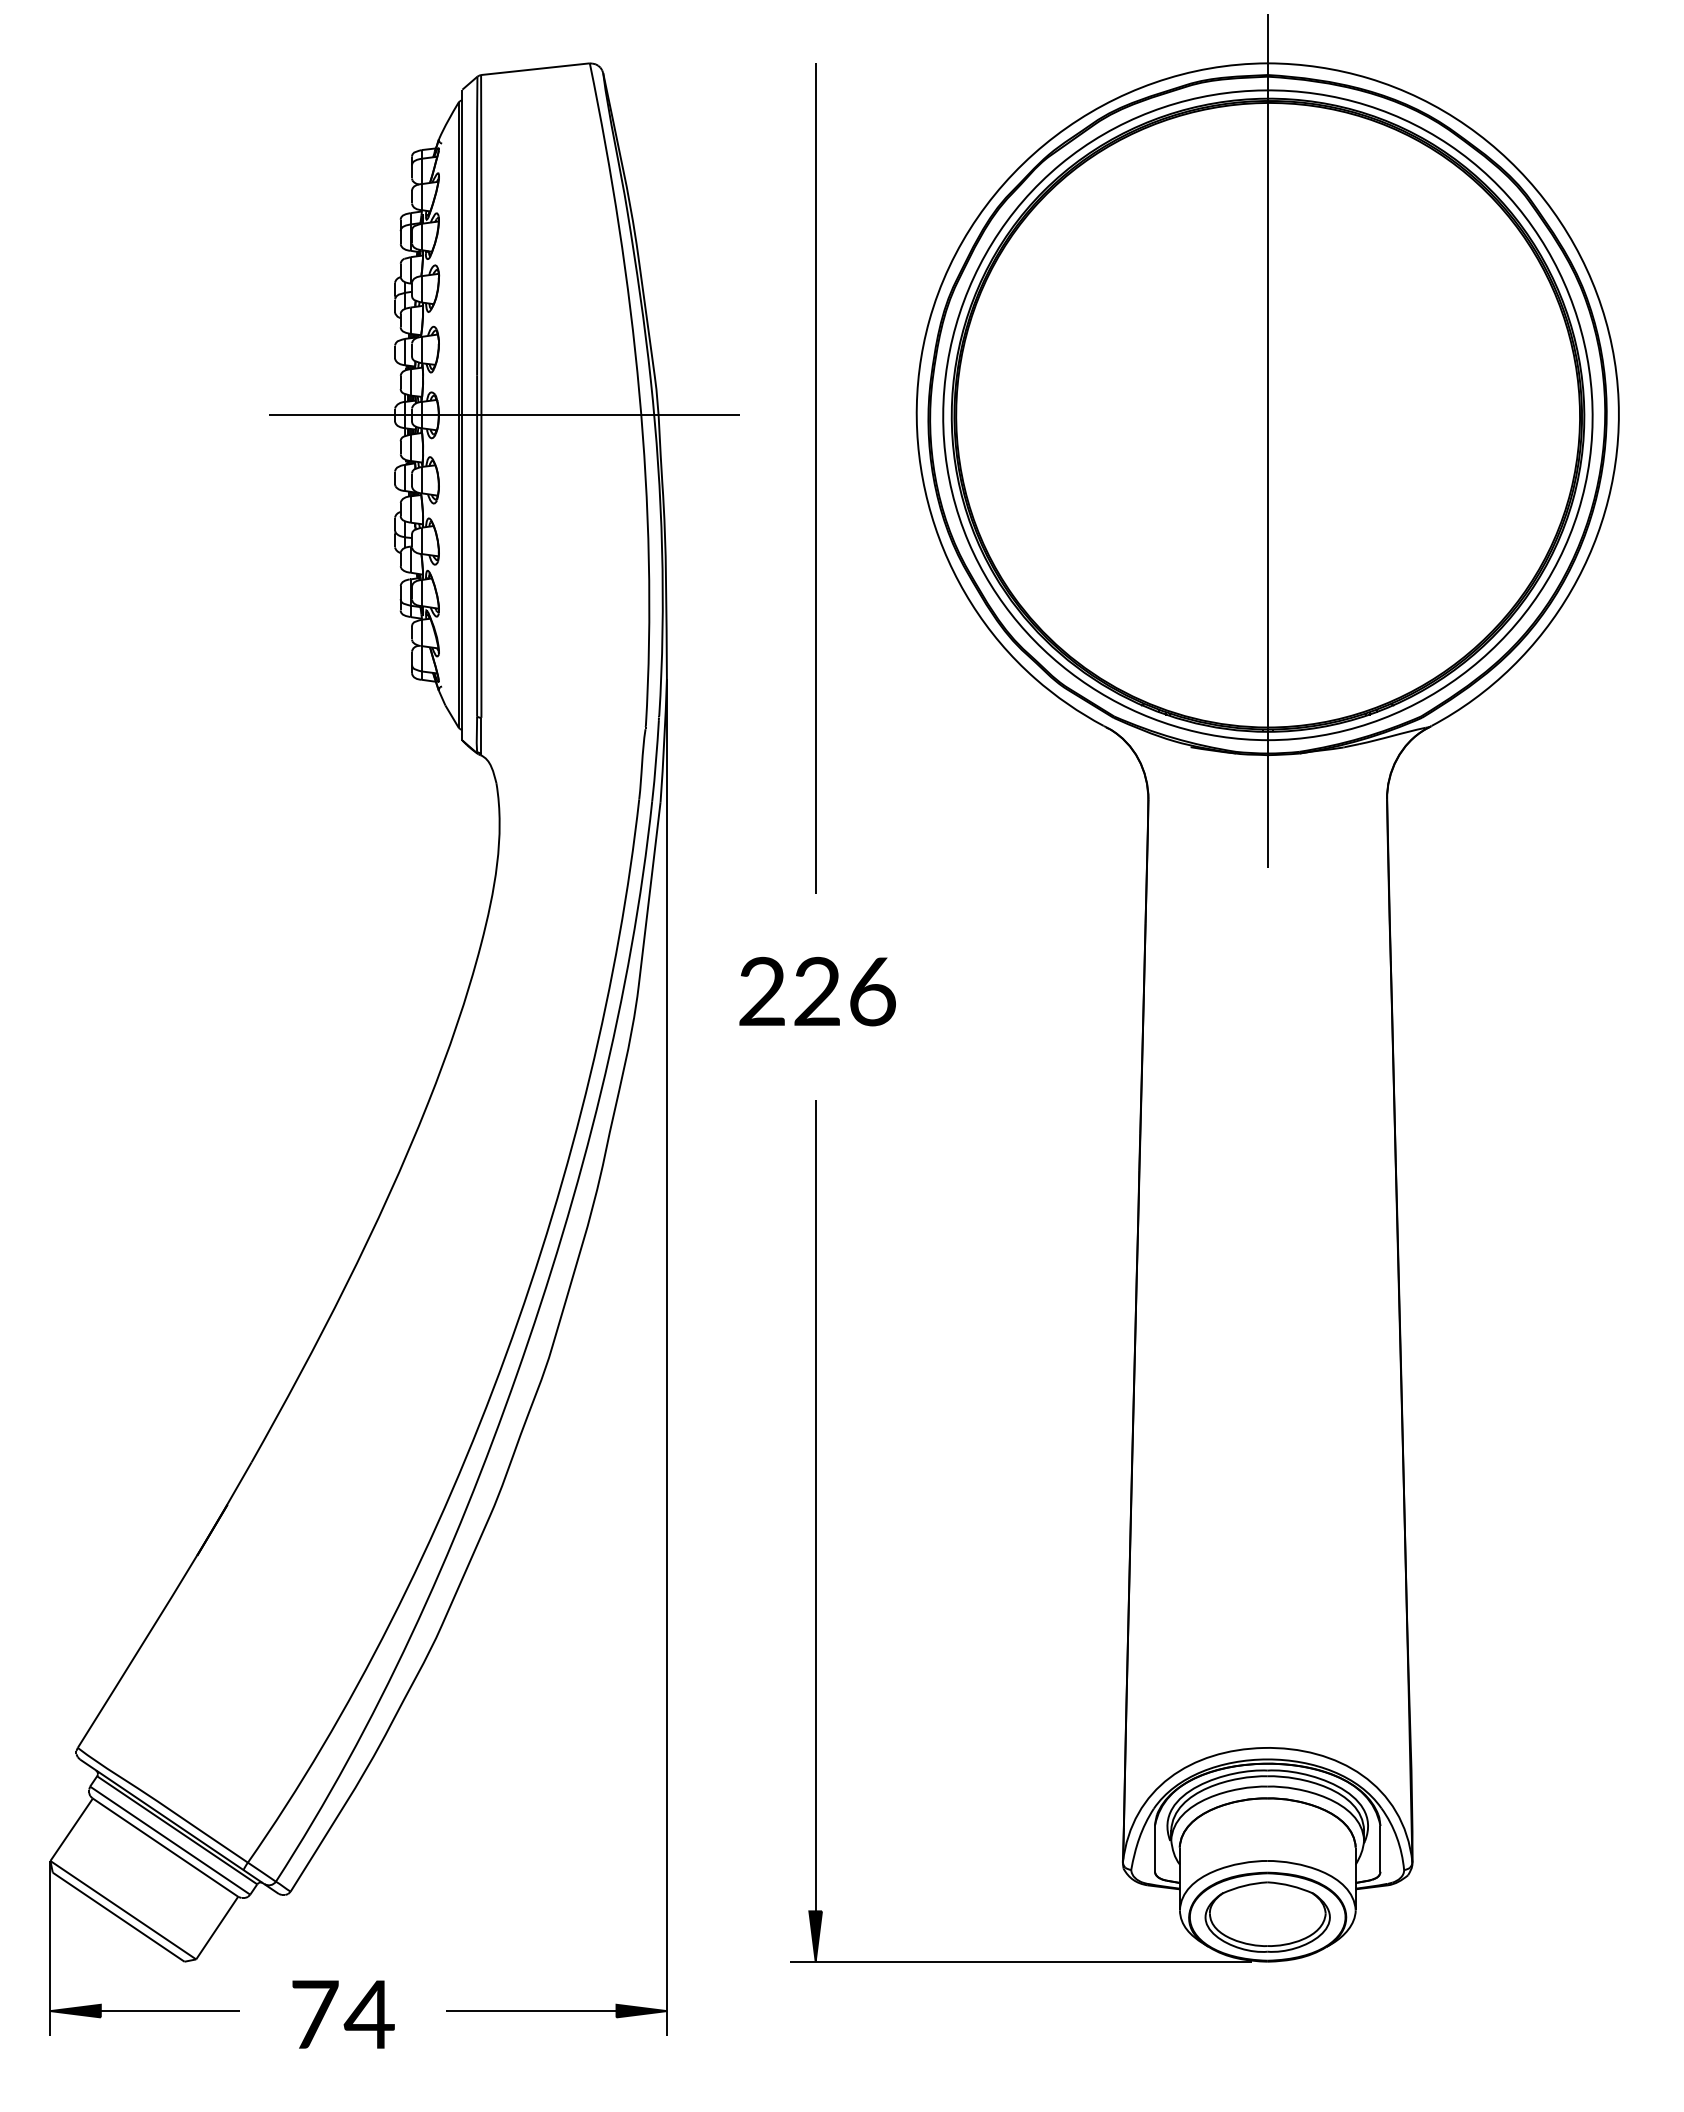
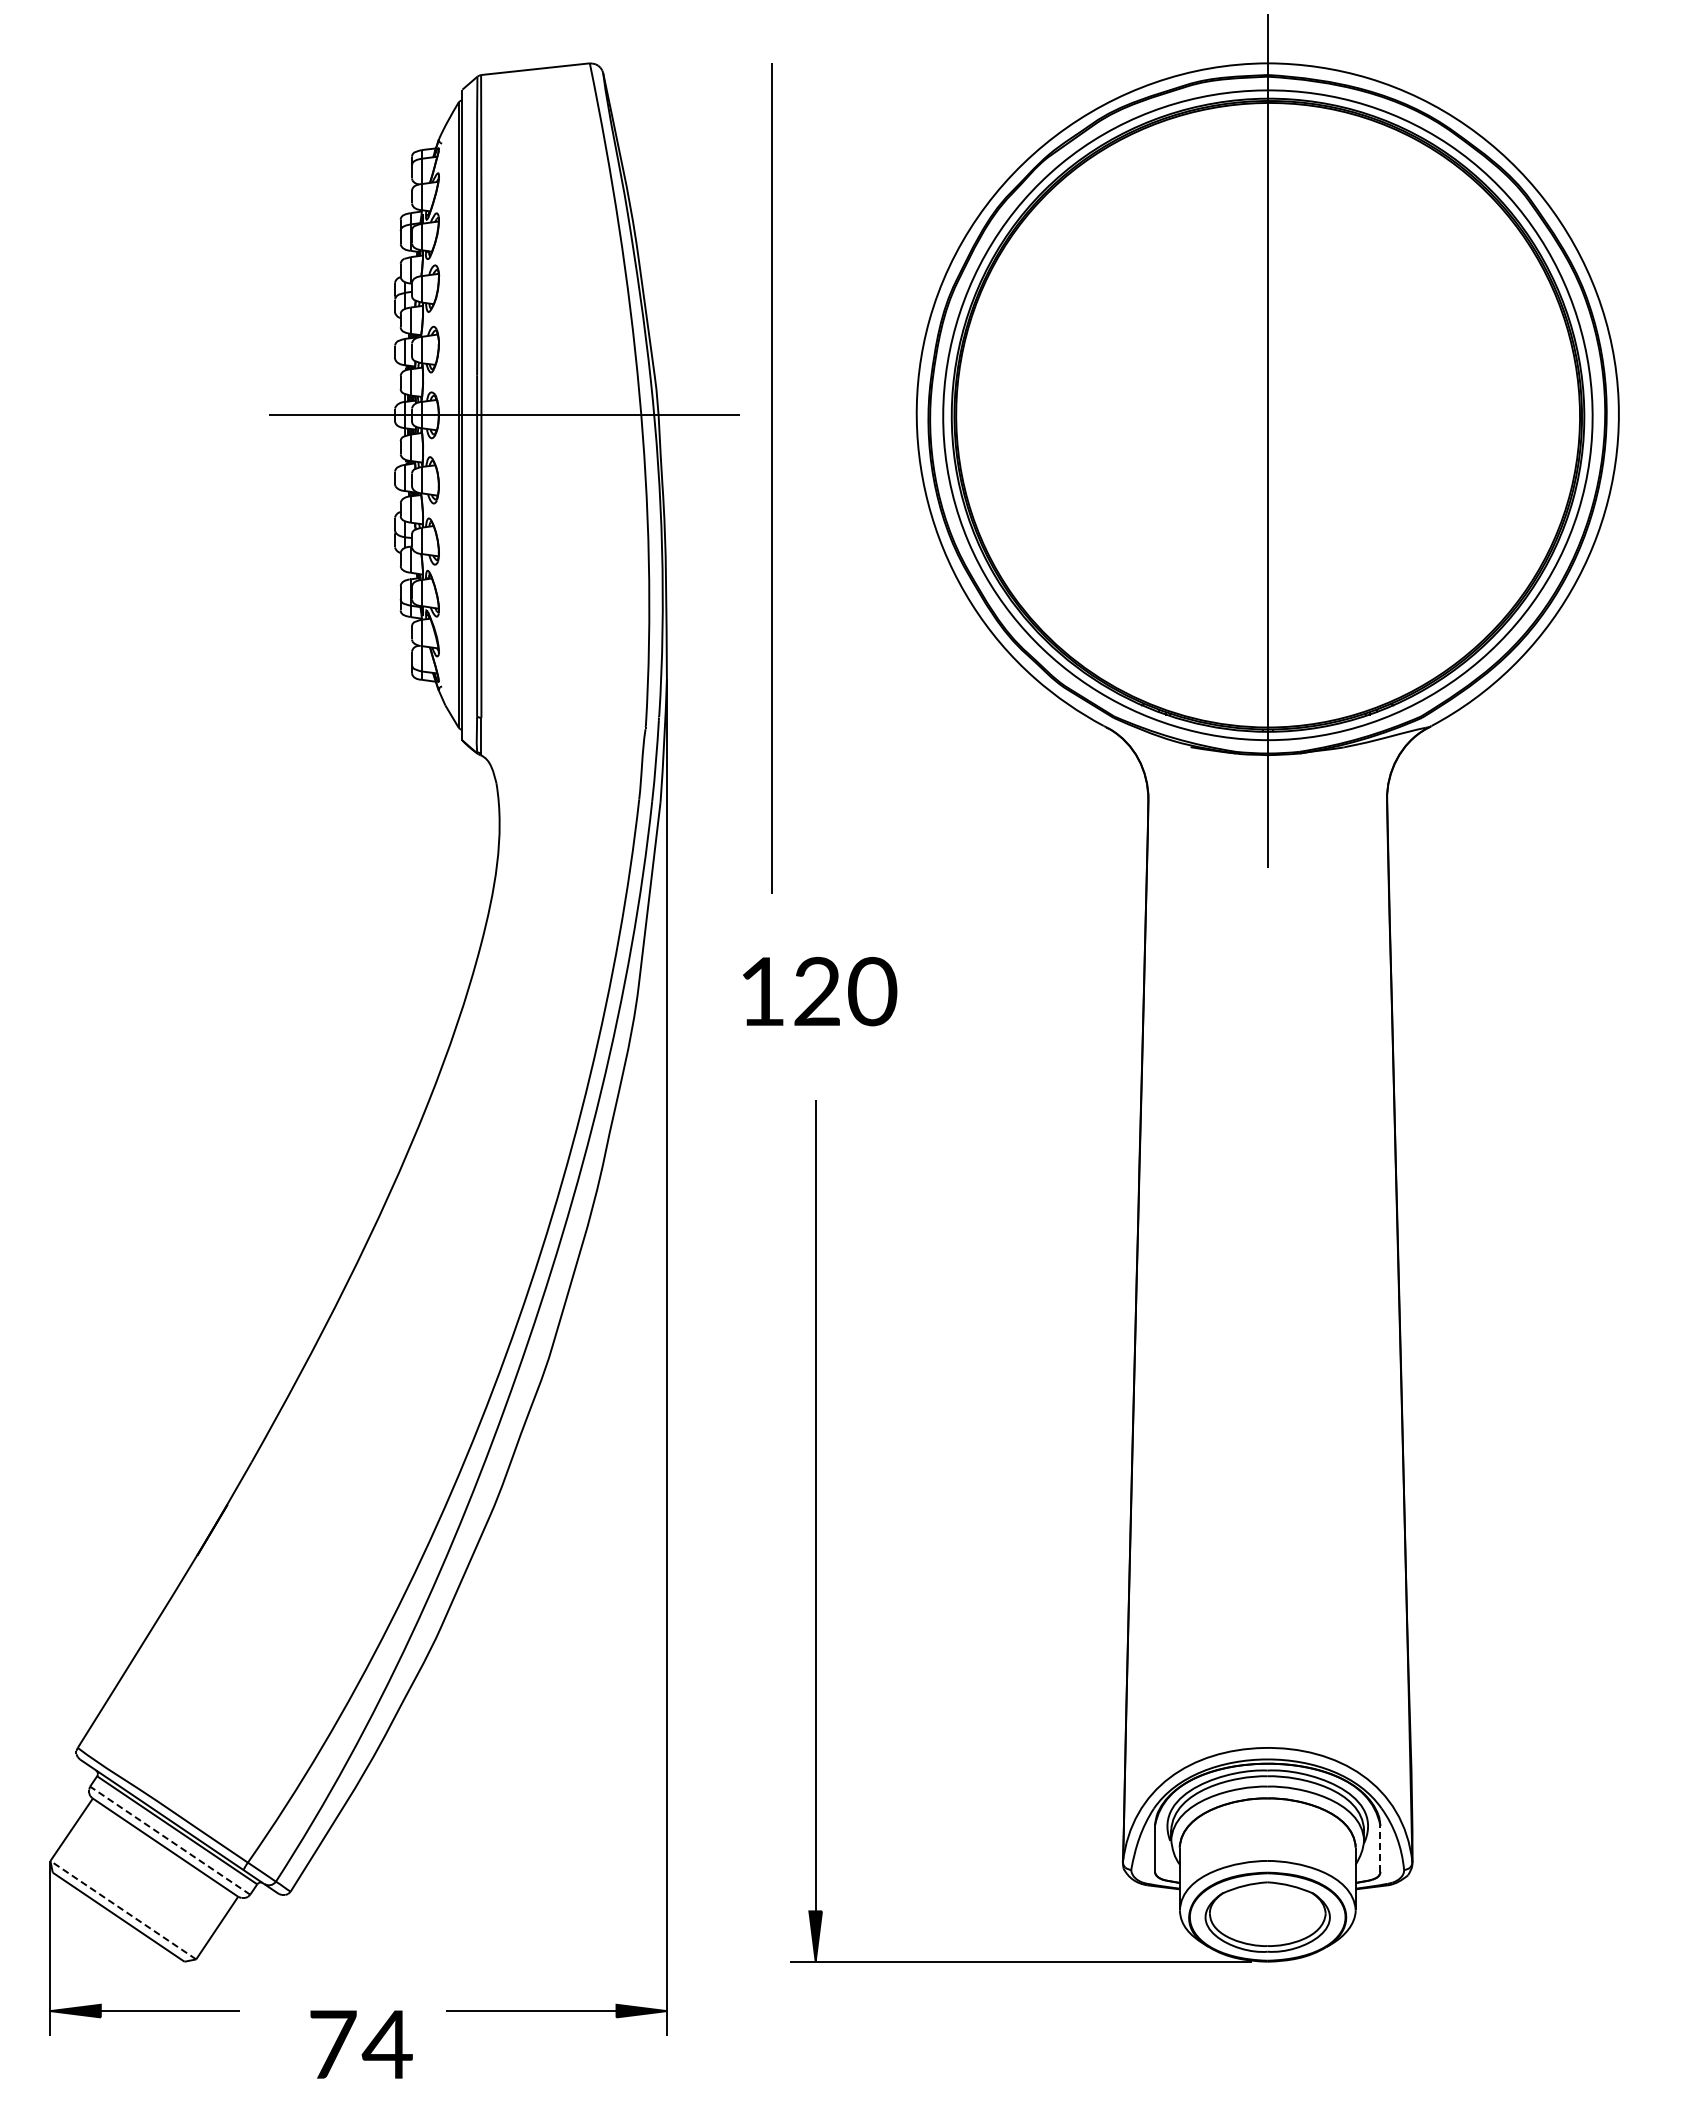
line at (815, 478) position: (815, 478) -> (771, 478)
text at (818, 991): 226 -> 120
line at (170, 1840): solid -> dashed
line at (1380, 1849): solid -> dashed
line at (123, 1910): solid -> dashed
text at (343, 2014) position: (343, 2014) -> (361, 2044)
